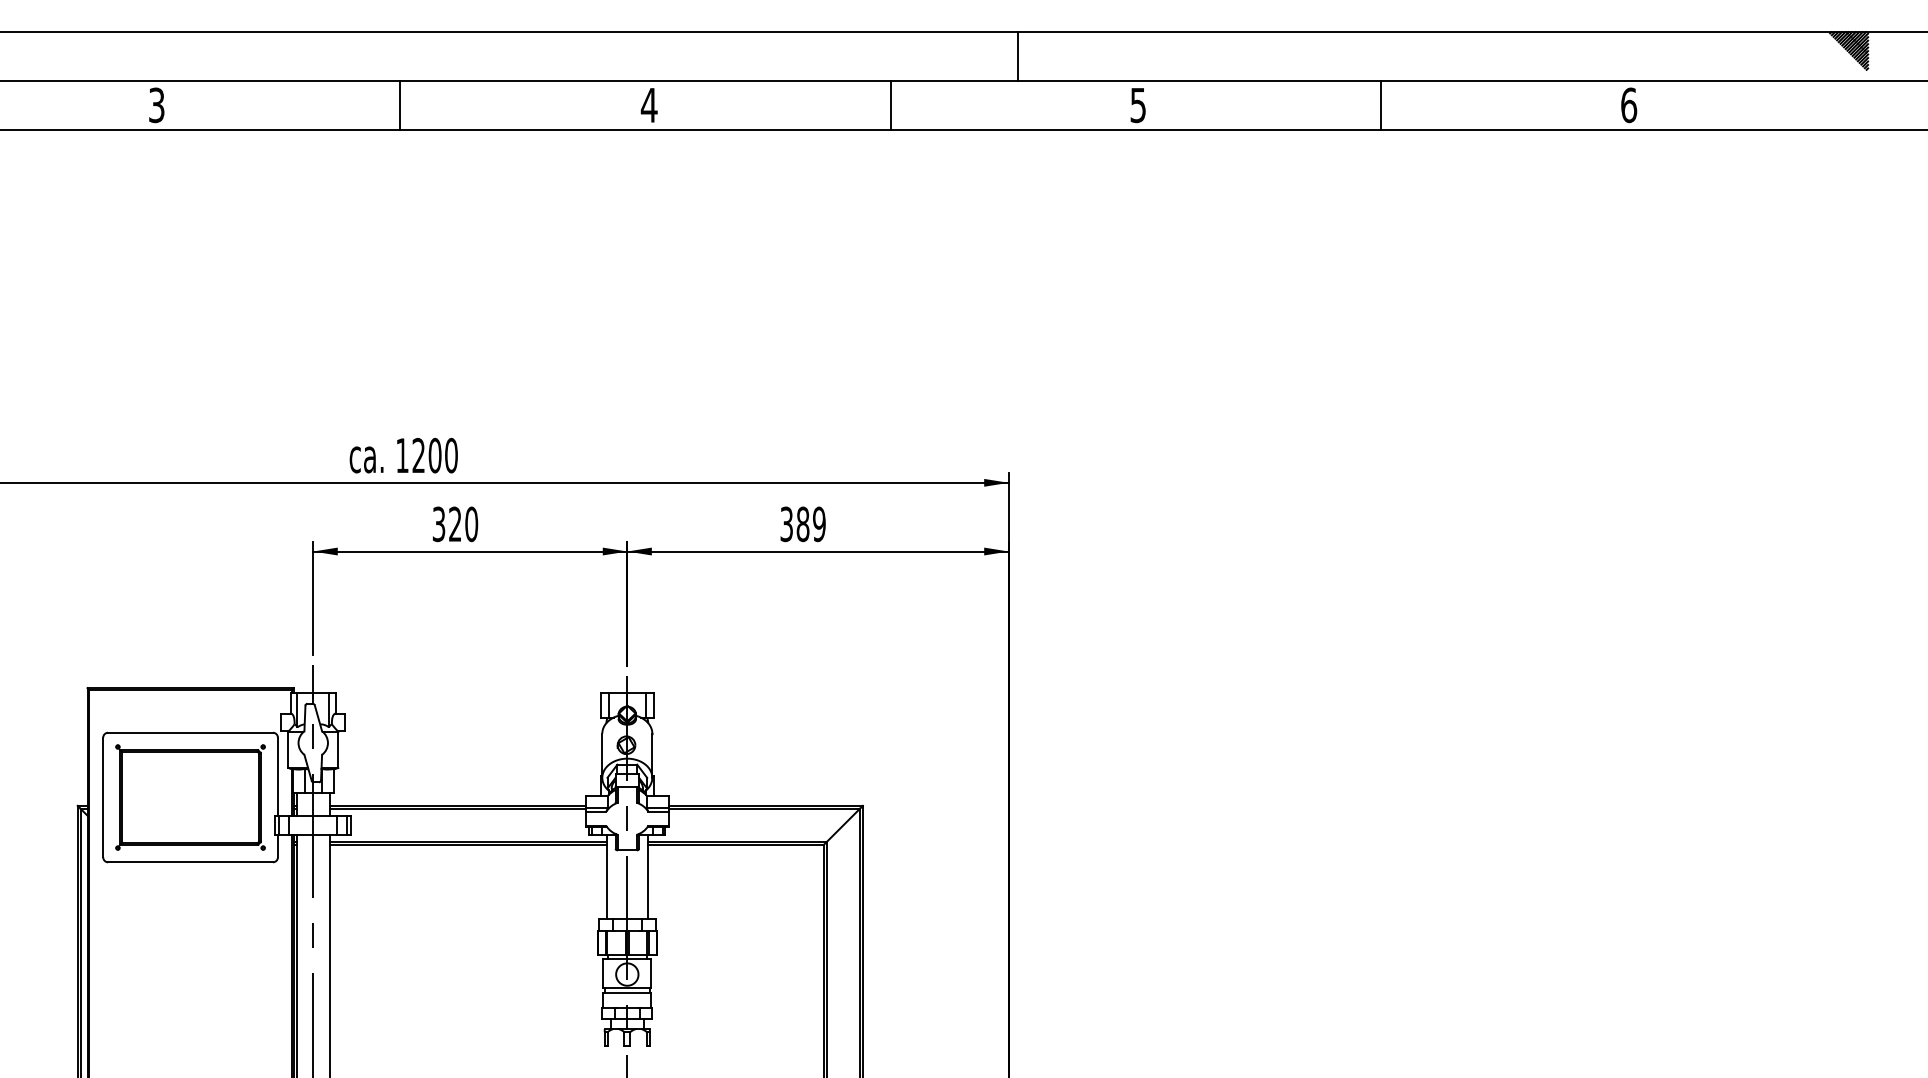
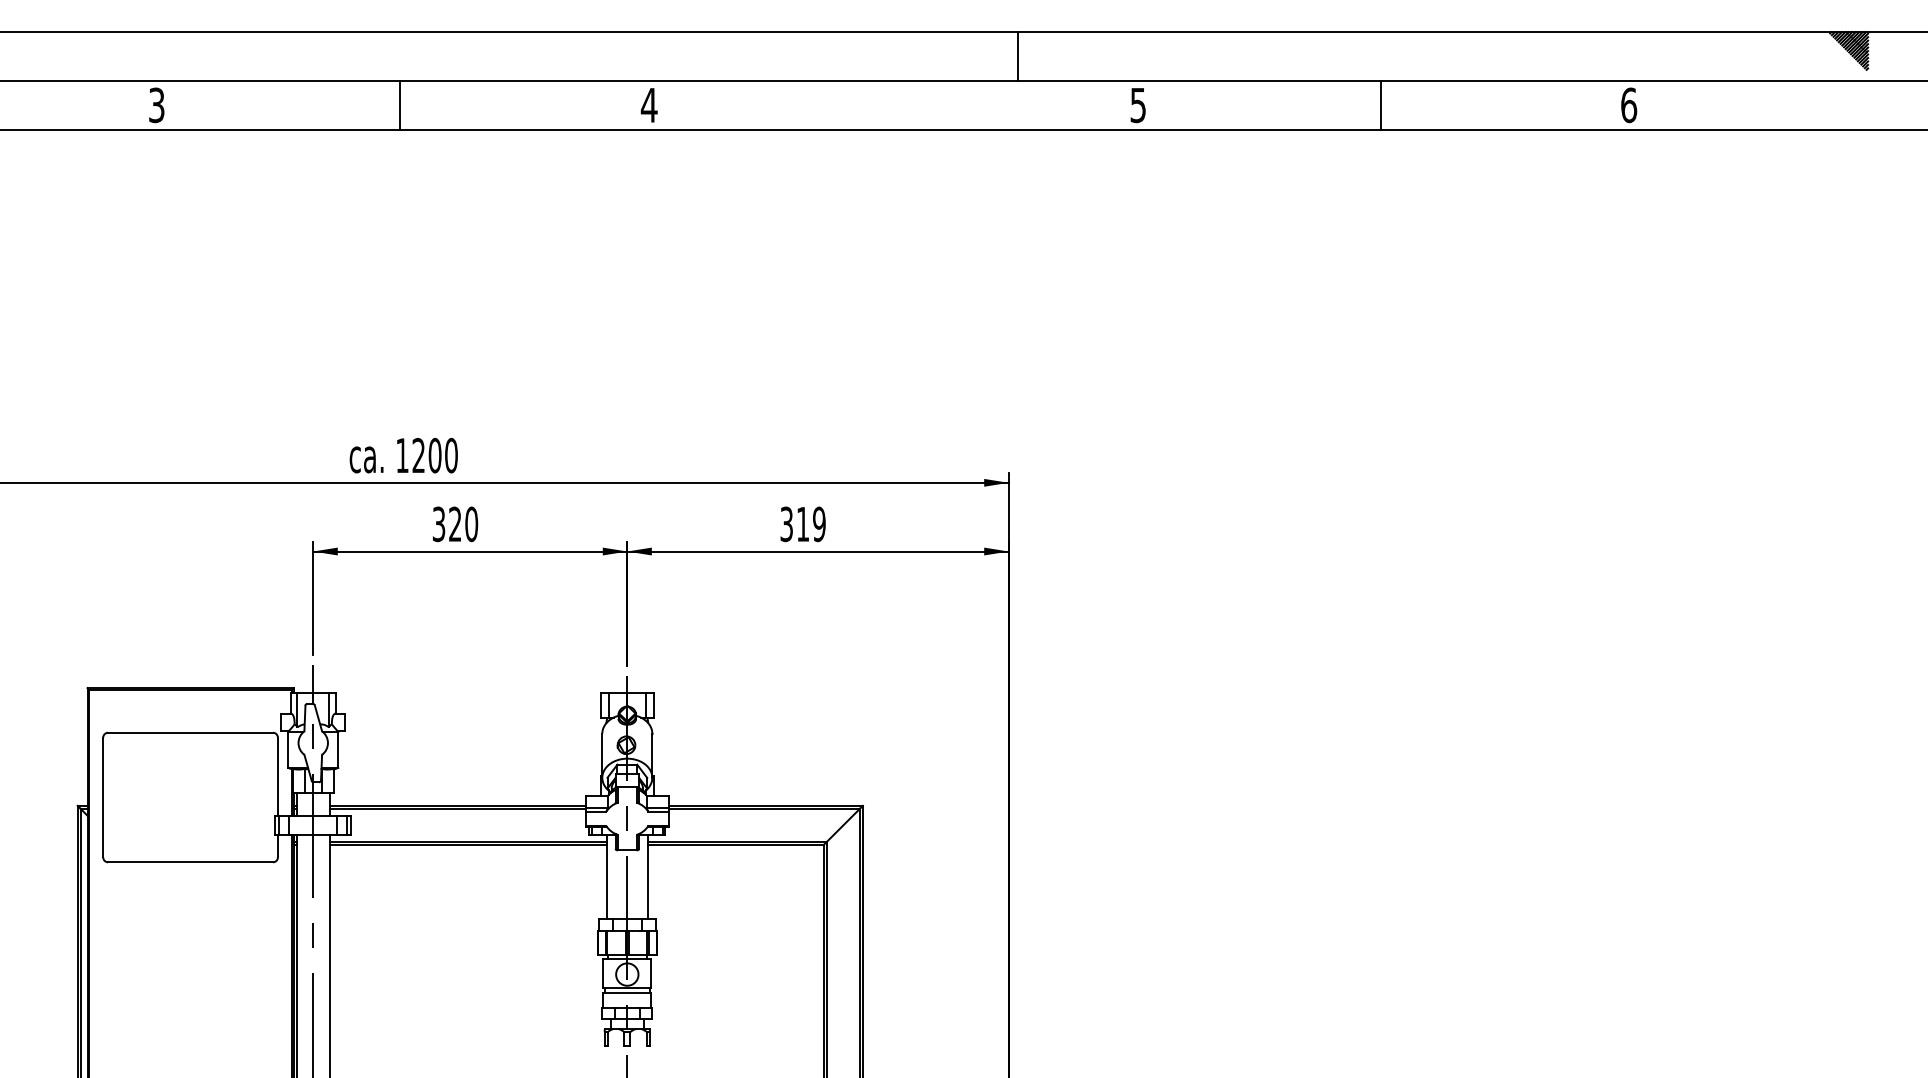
line at (890, 105): present -> none
text at (802, 524): 389 -> 319
part at (190, 797): present -> none
